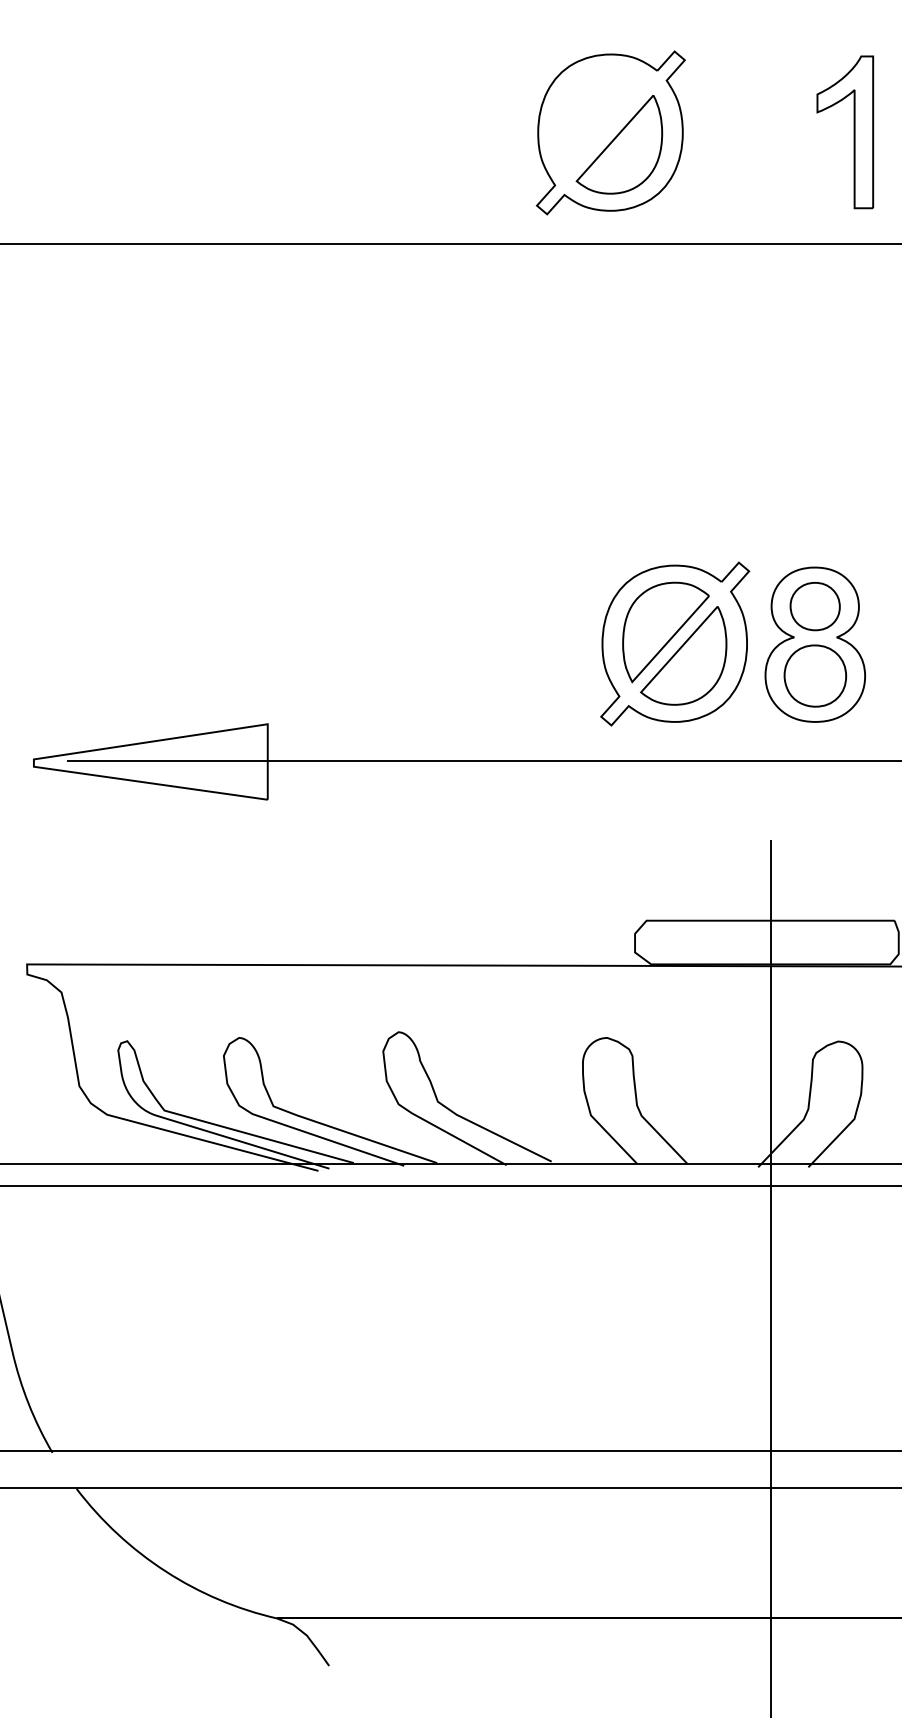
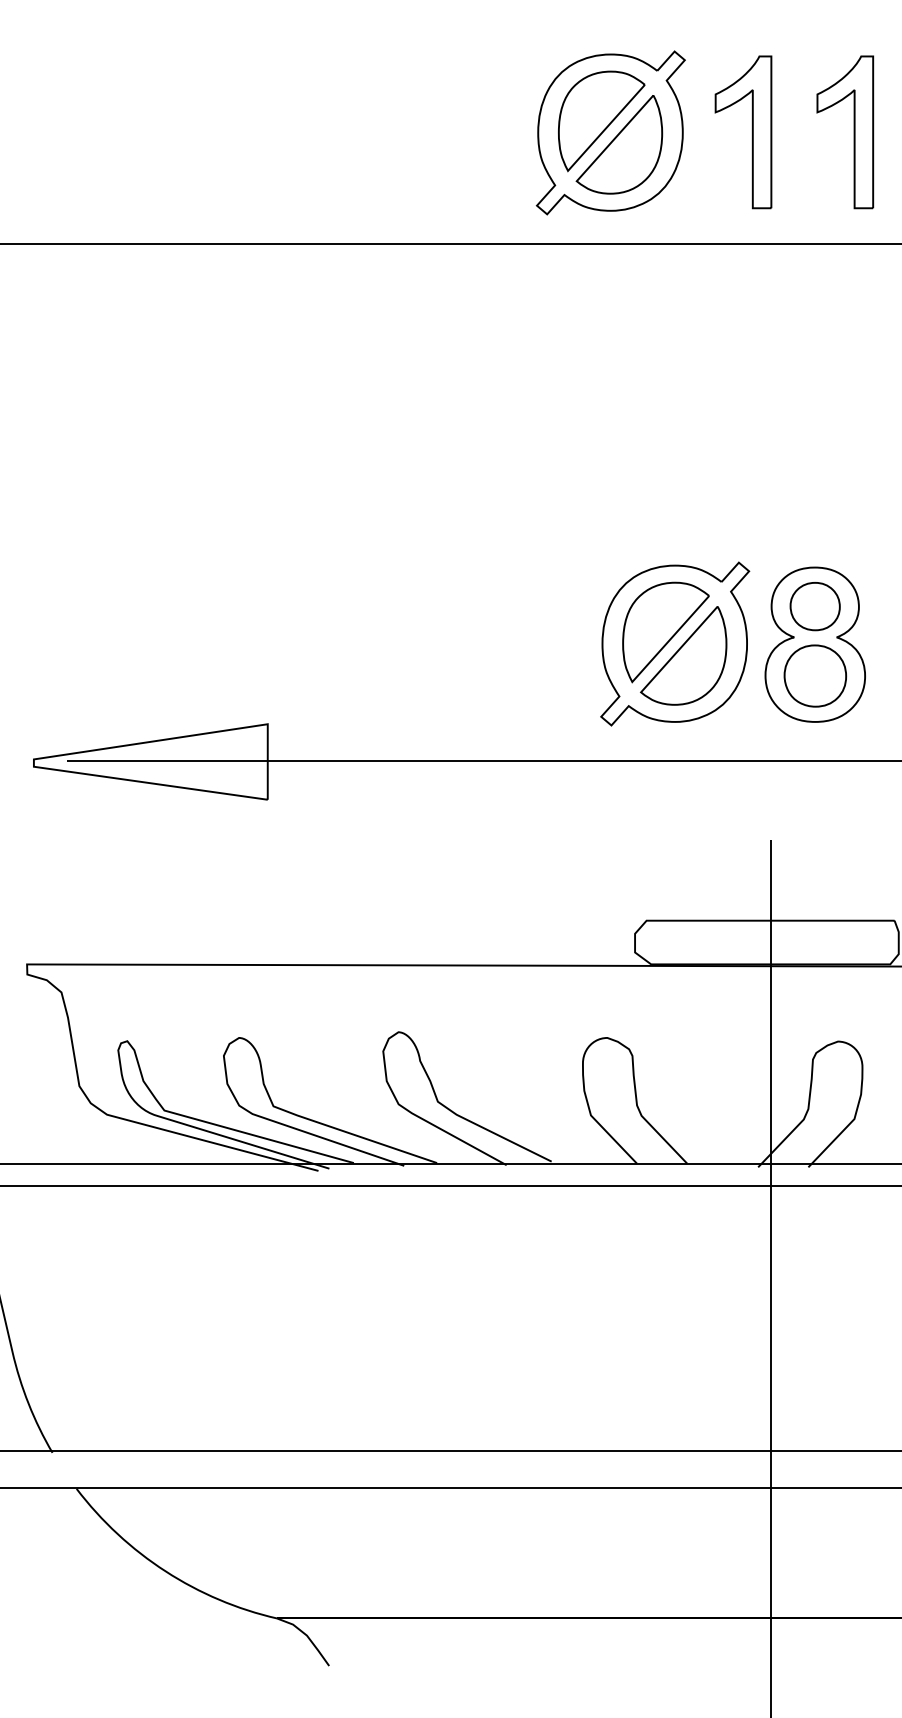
part at (601, 121): none -> present
part at (751, 132): none -> present
